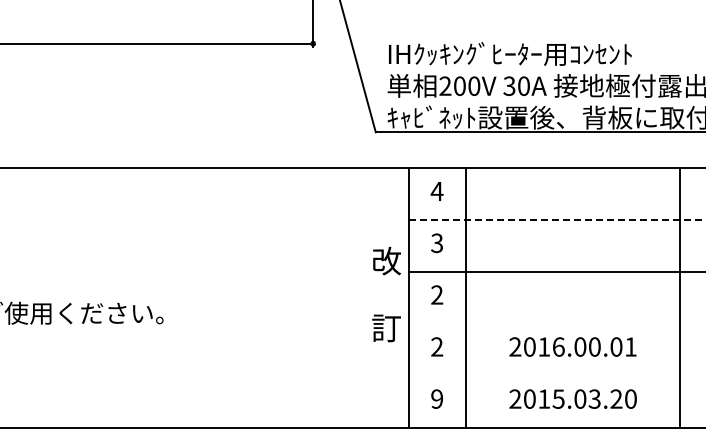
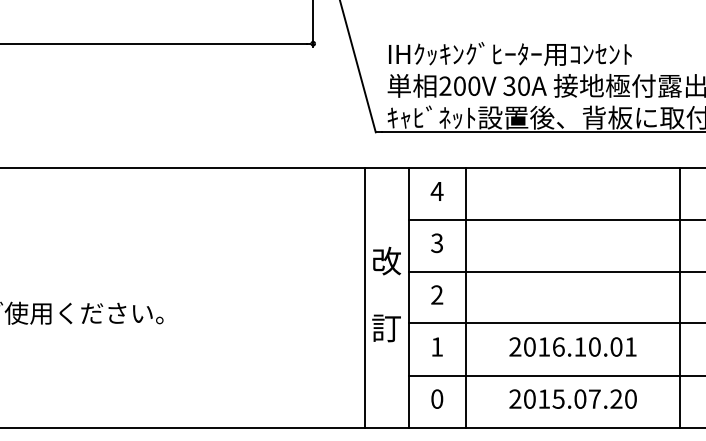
line at (557, 219): dashed -> solid
line at (364, 297): none -> present
line at (555, 323): none -> present
text at (437, 346): 2 -> 1
text at (580, 346): 2016.00.01 -> 2016.10.01
line at (555, 375): none -> present
text at (437, 398): 9 -> 0
text at (594, 398): 2015.03.20 -> 2015.07.20
